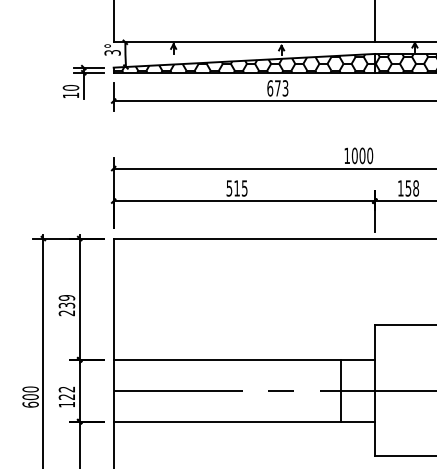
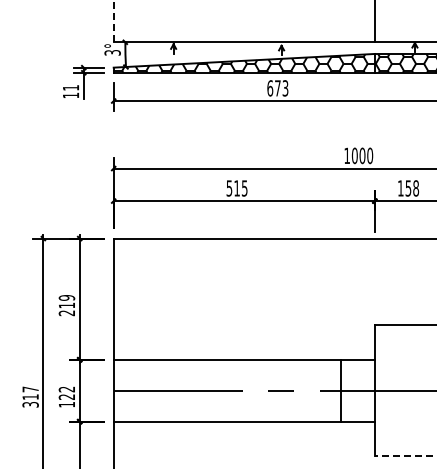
line at (113, 21): solid -> dashed
text at (70, 87): 10 -> 11
text at (66, 305): 239 -> 219
text at (30, 396): 600 -> 317
line at (405, 456): solid -> dashed
